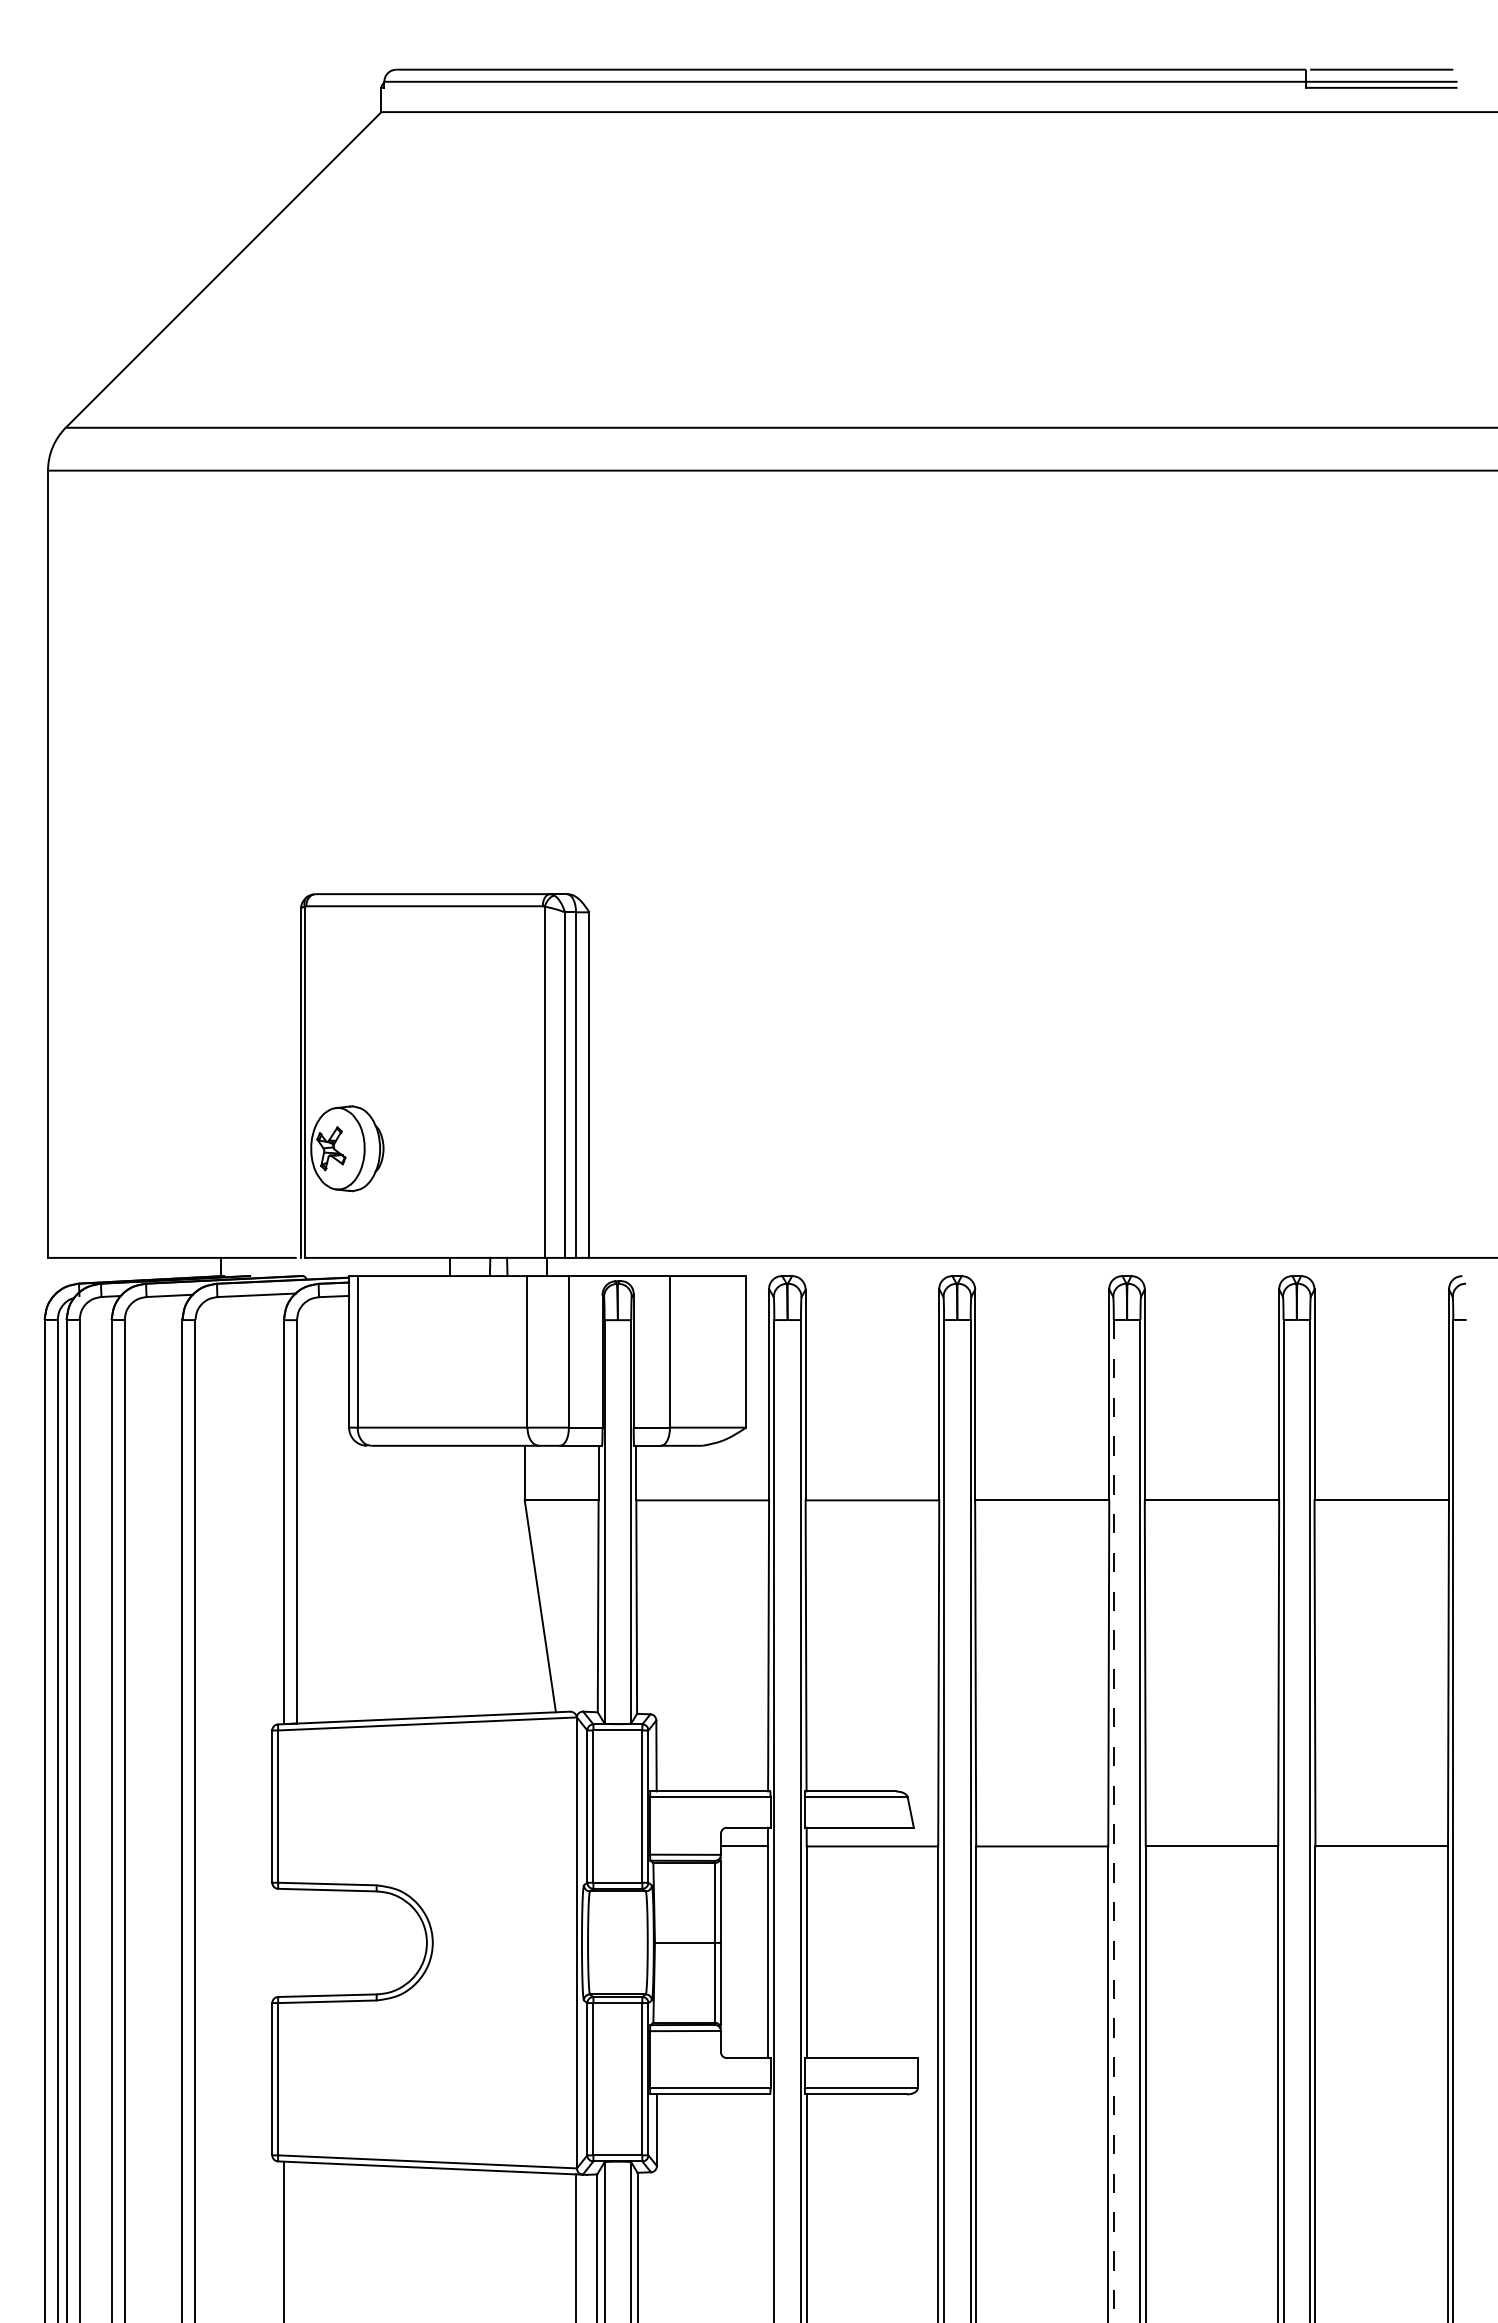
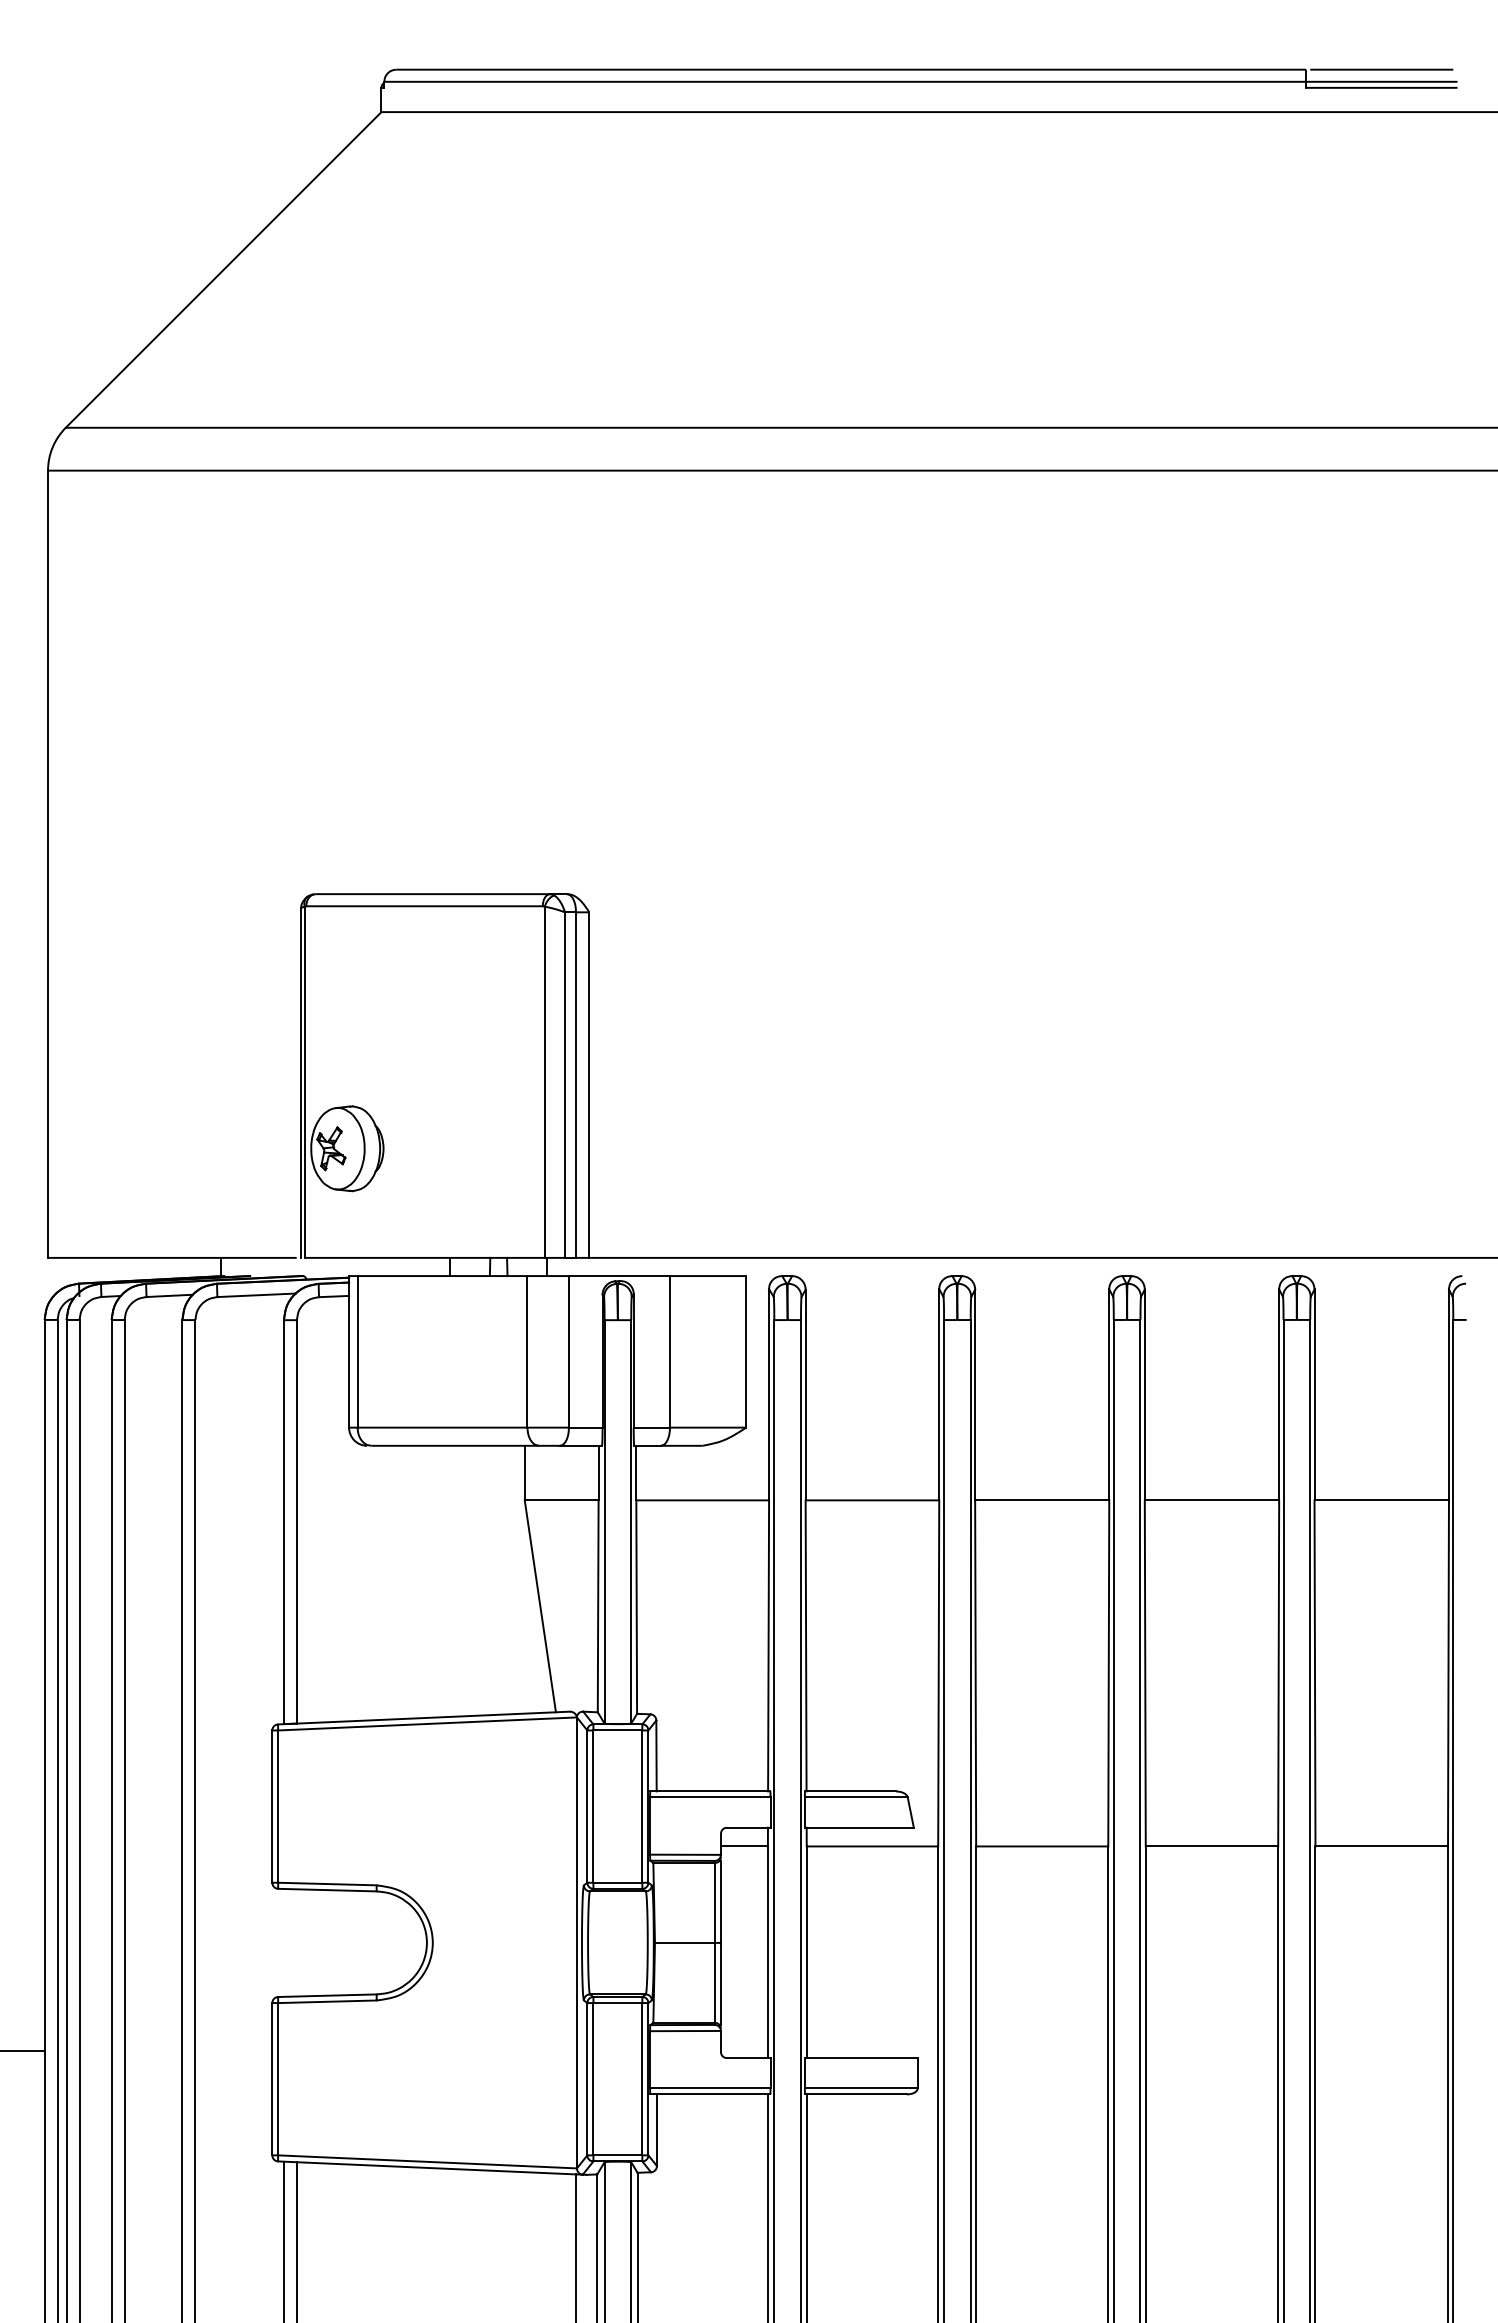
line at (1113, 1821): dashed -> solid
line at (23, 2051): none -> present
line at (767, 2206): none -> present
line at (297, 2240): none -> present
